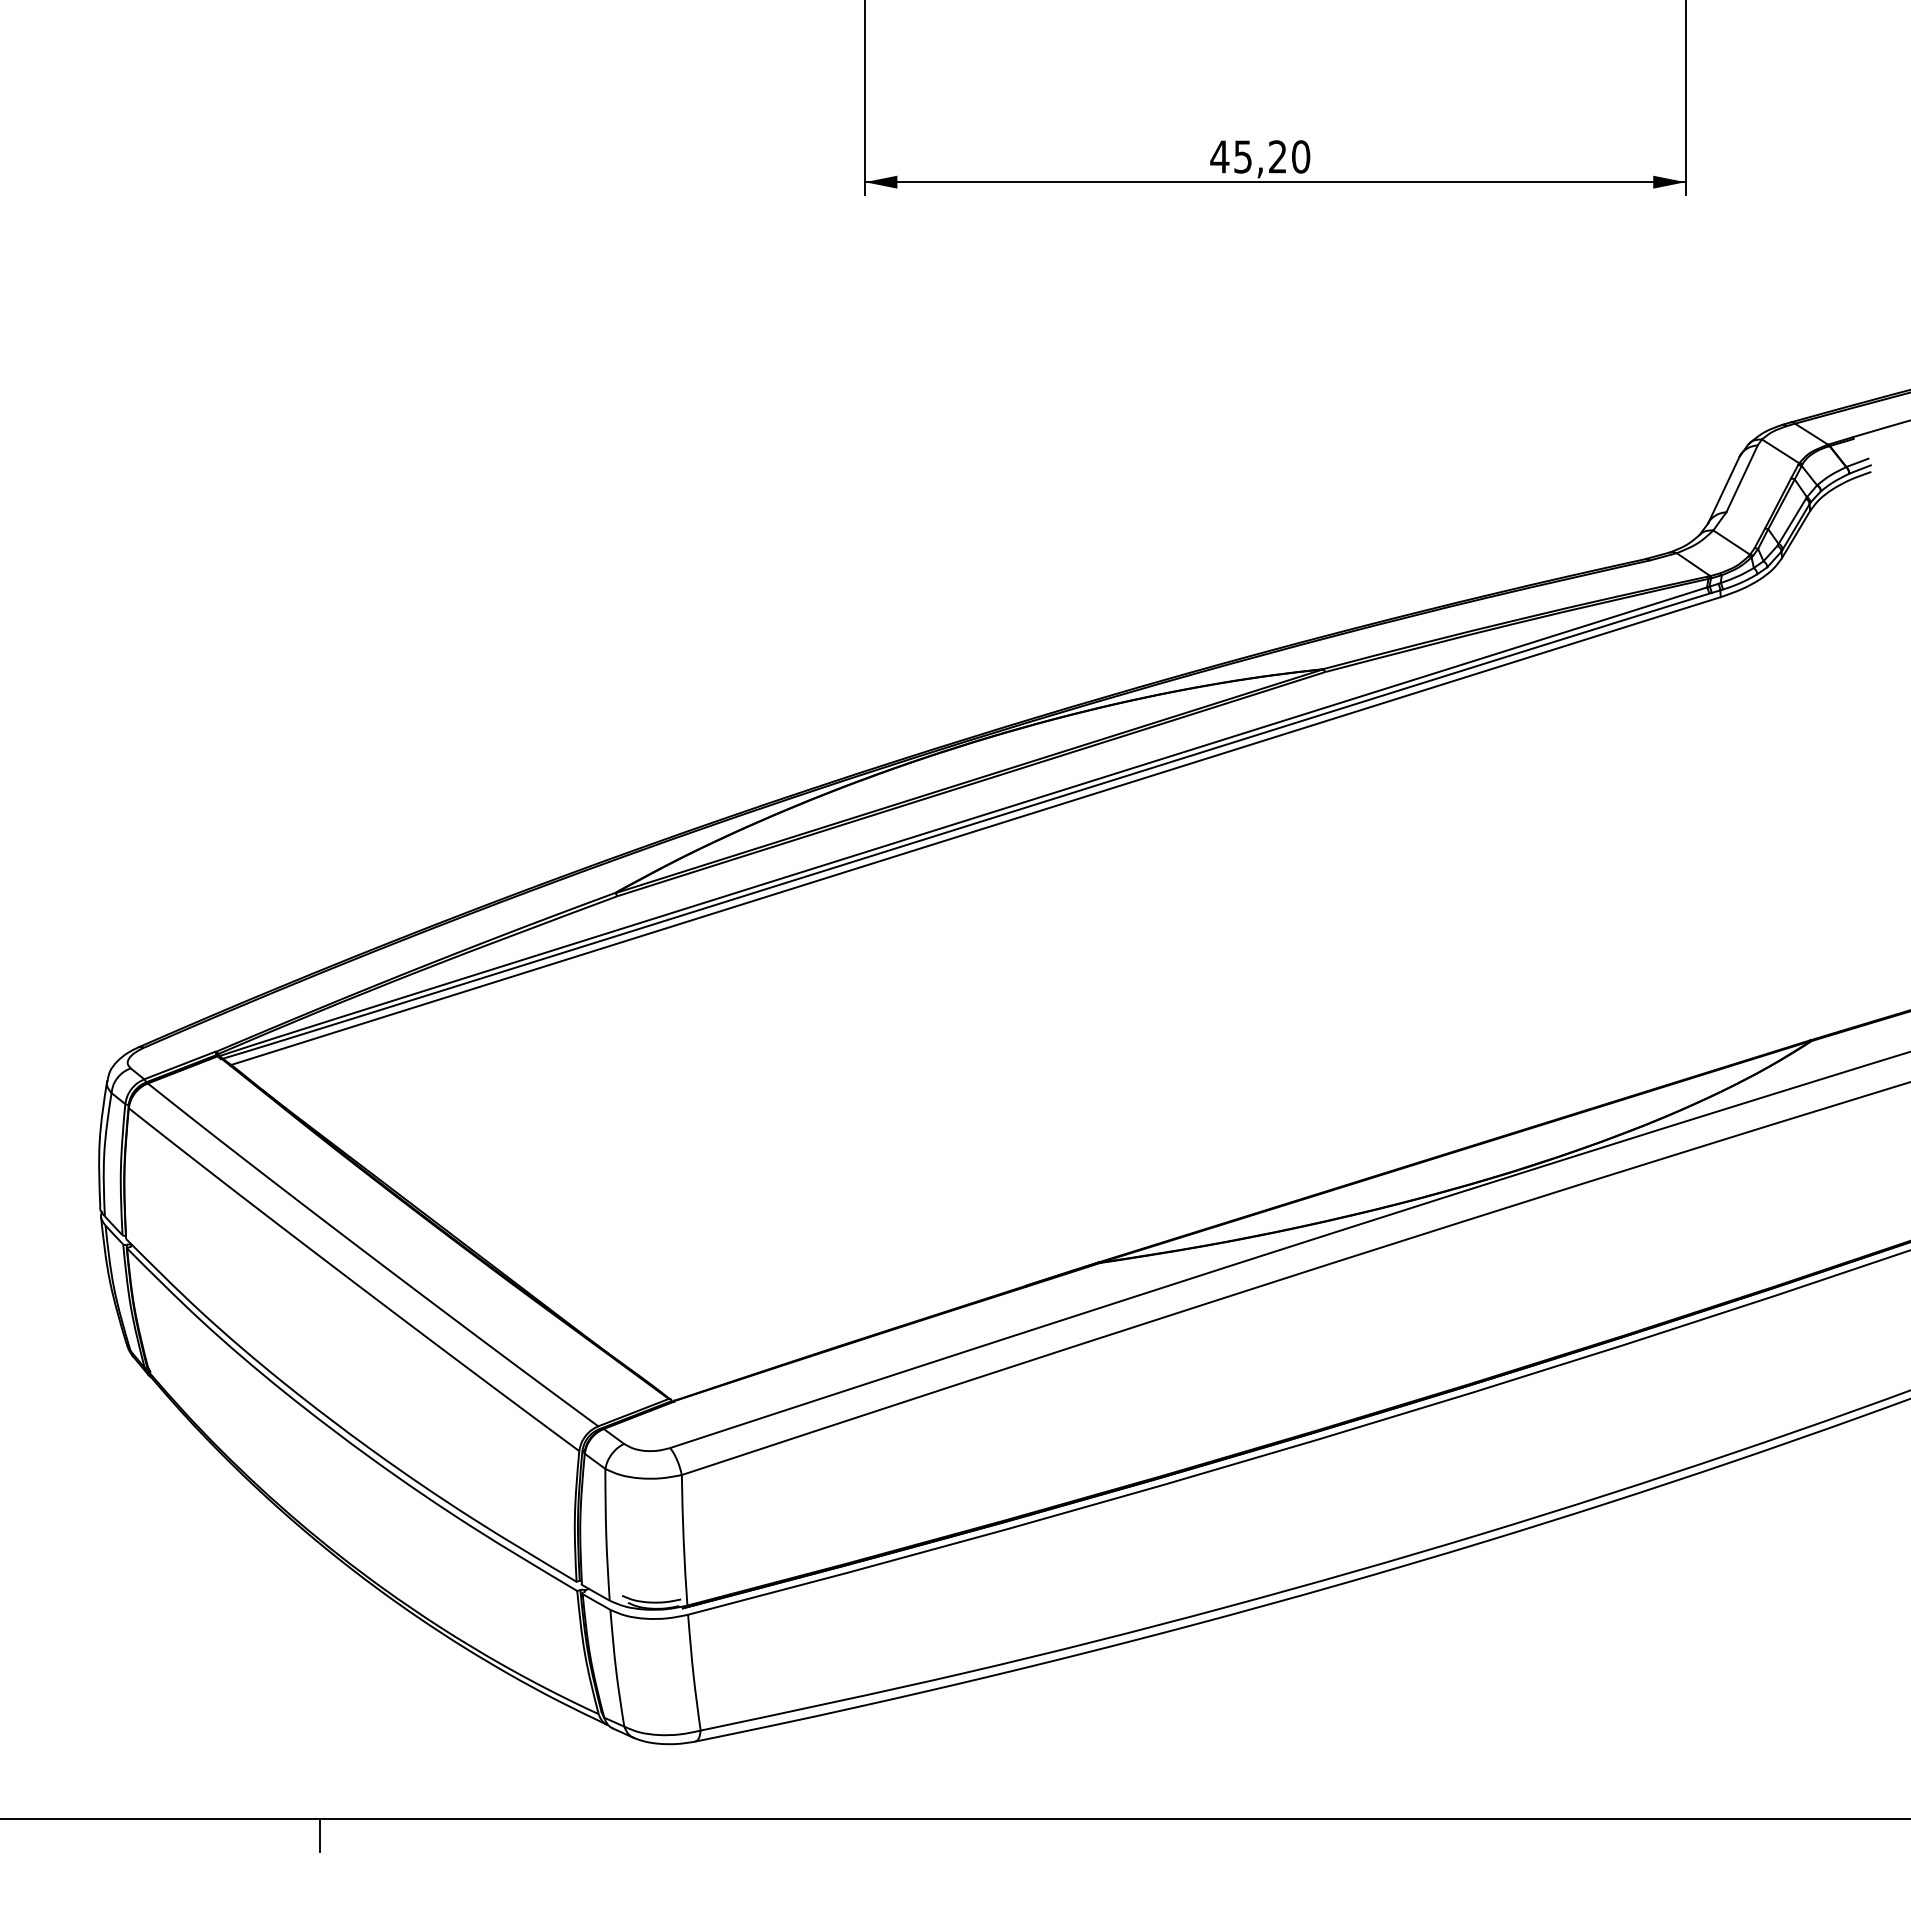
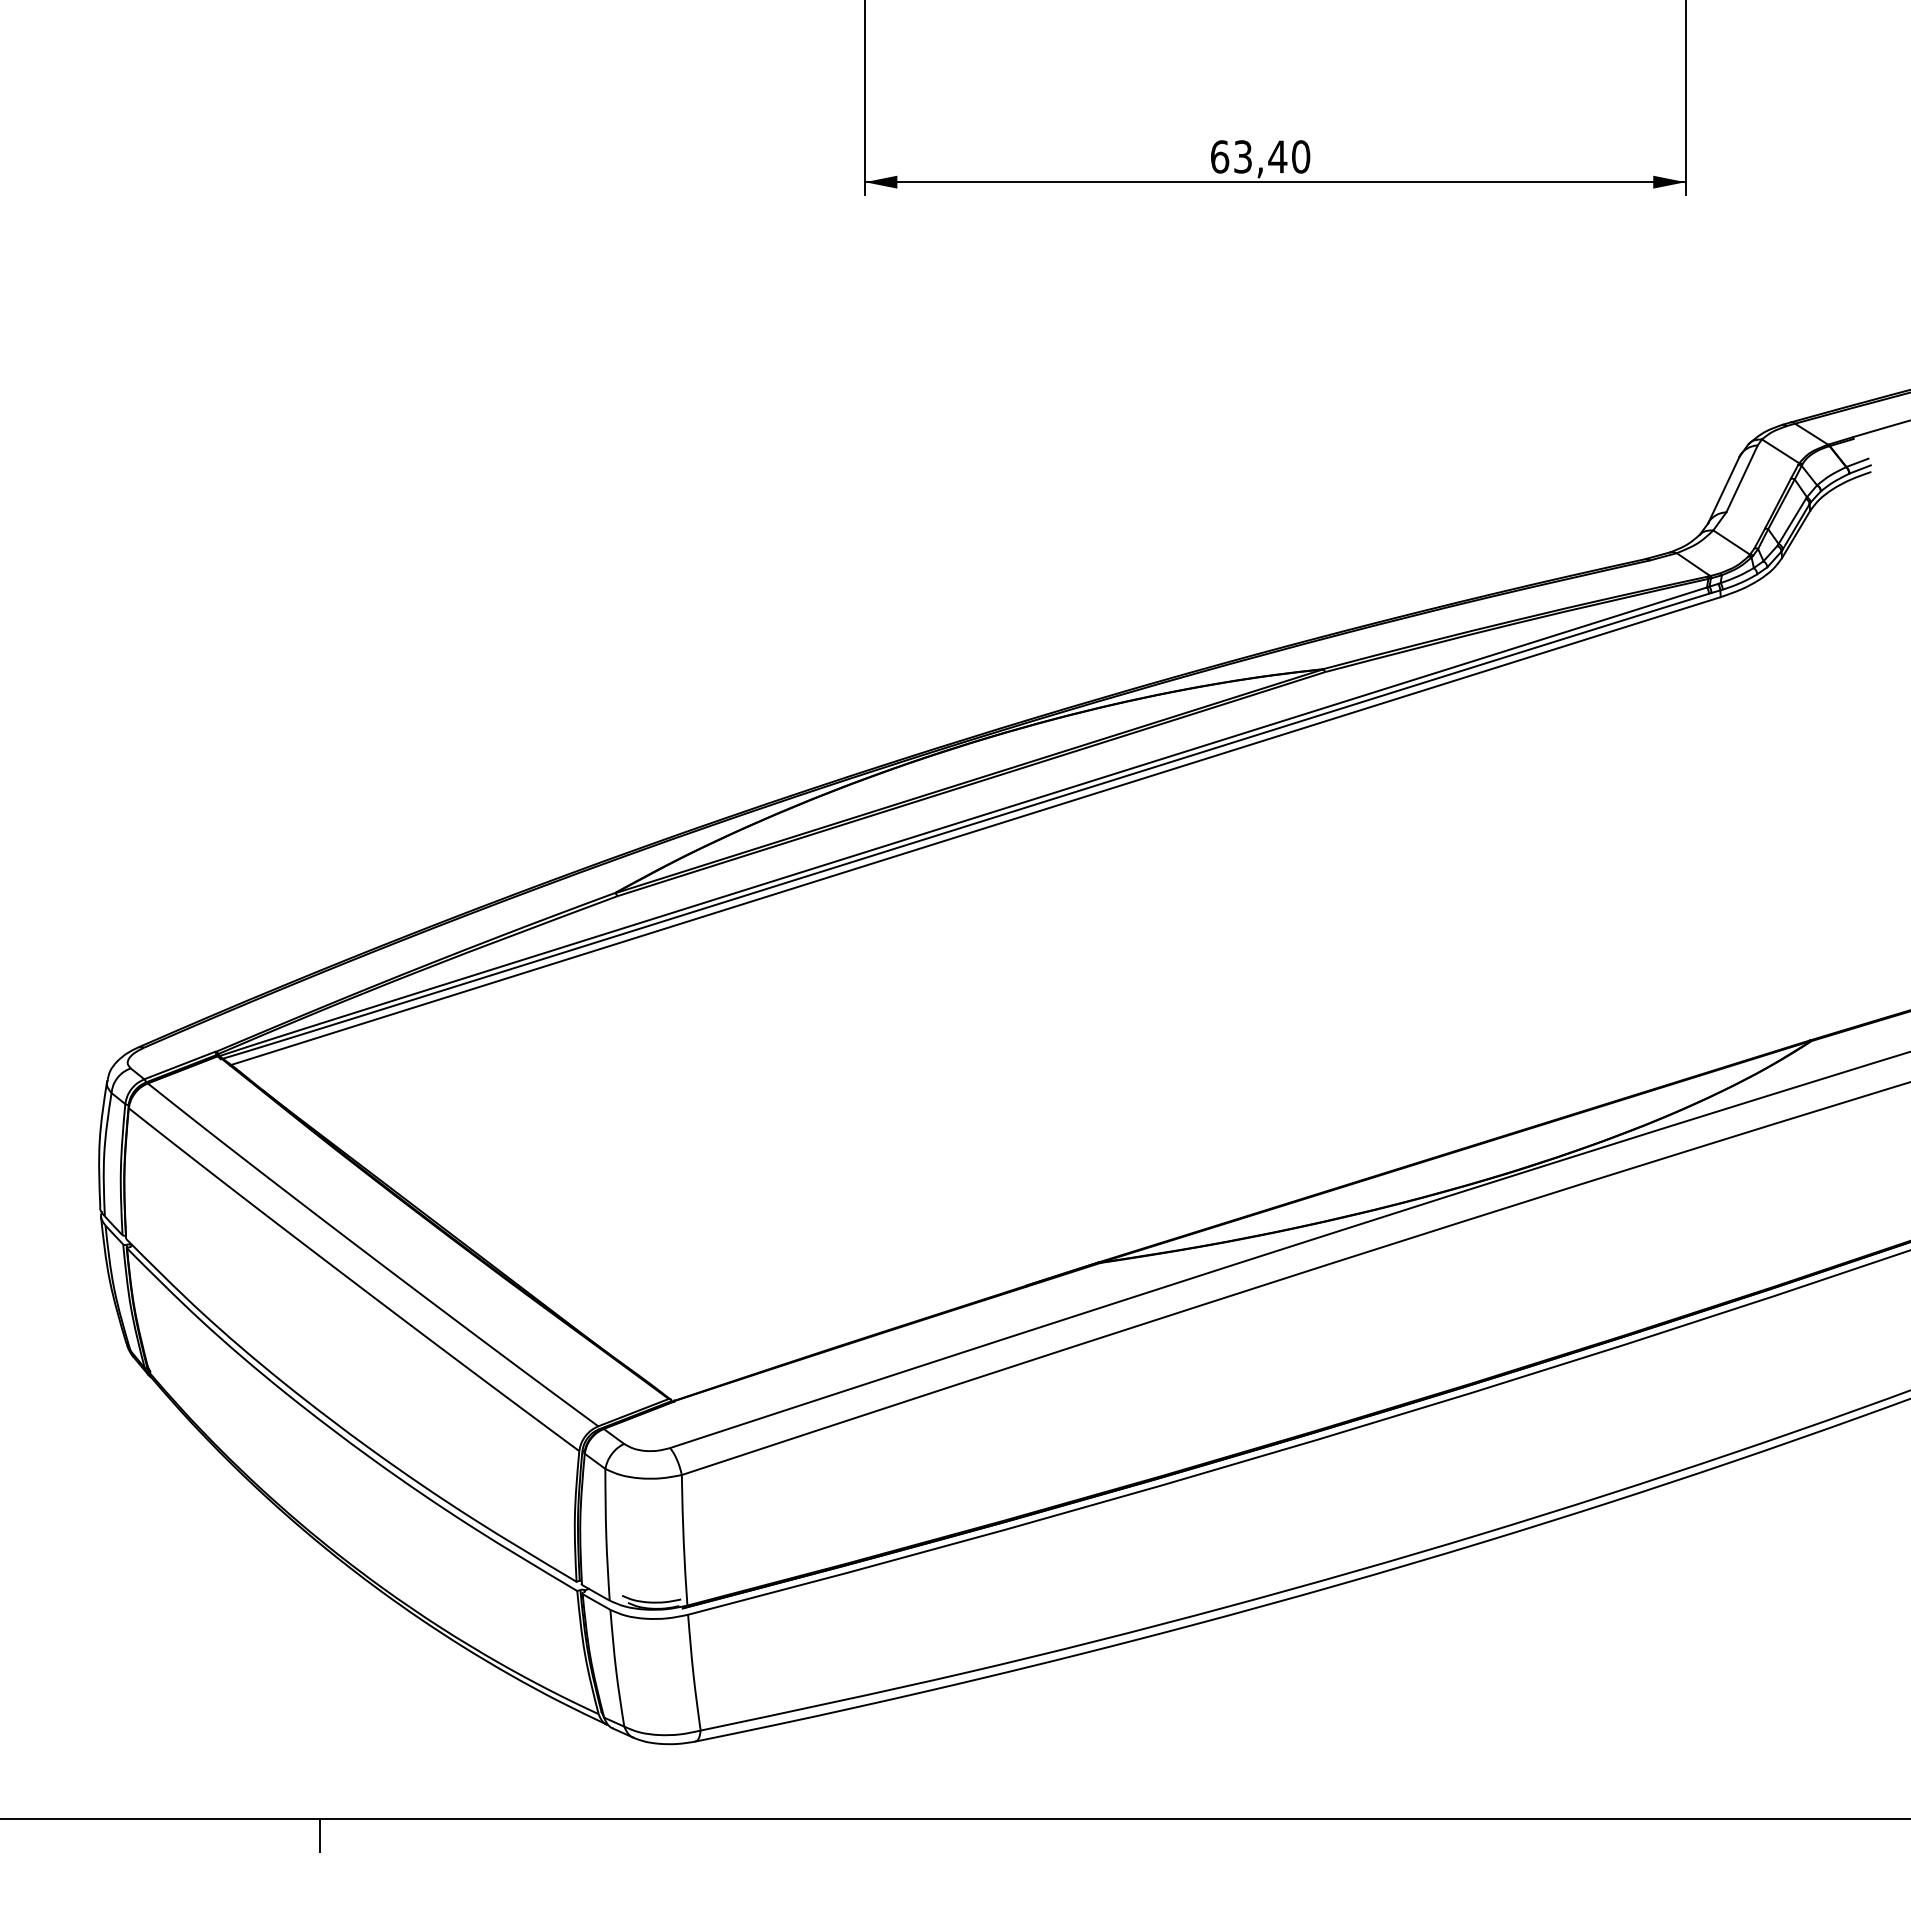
text at (1248, 156): 45,20 -> 63,40
